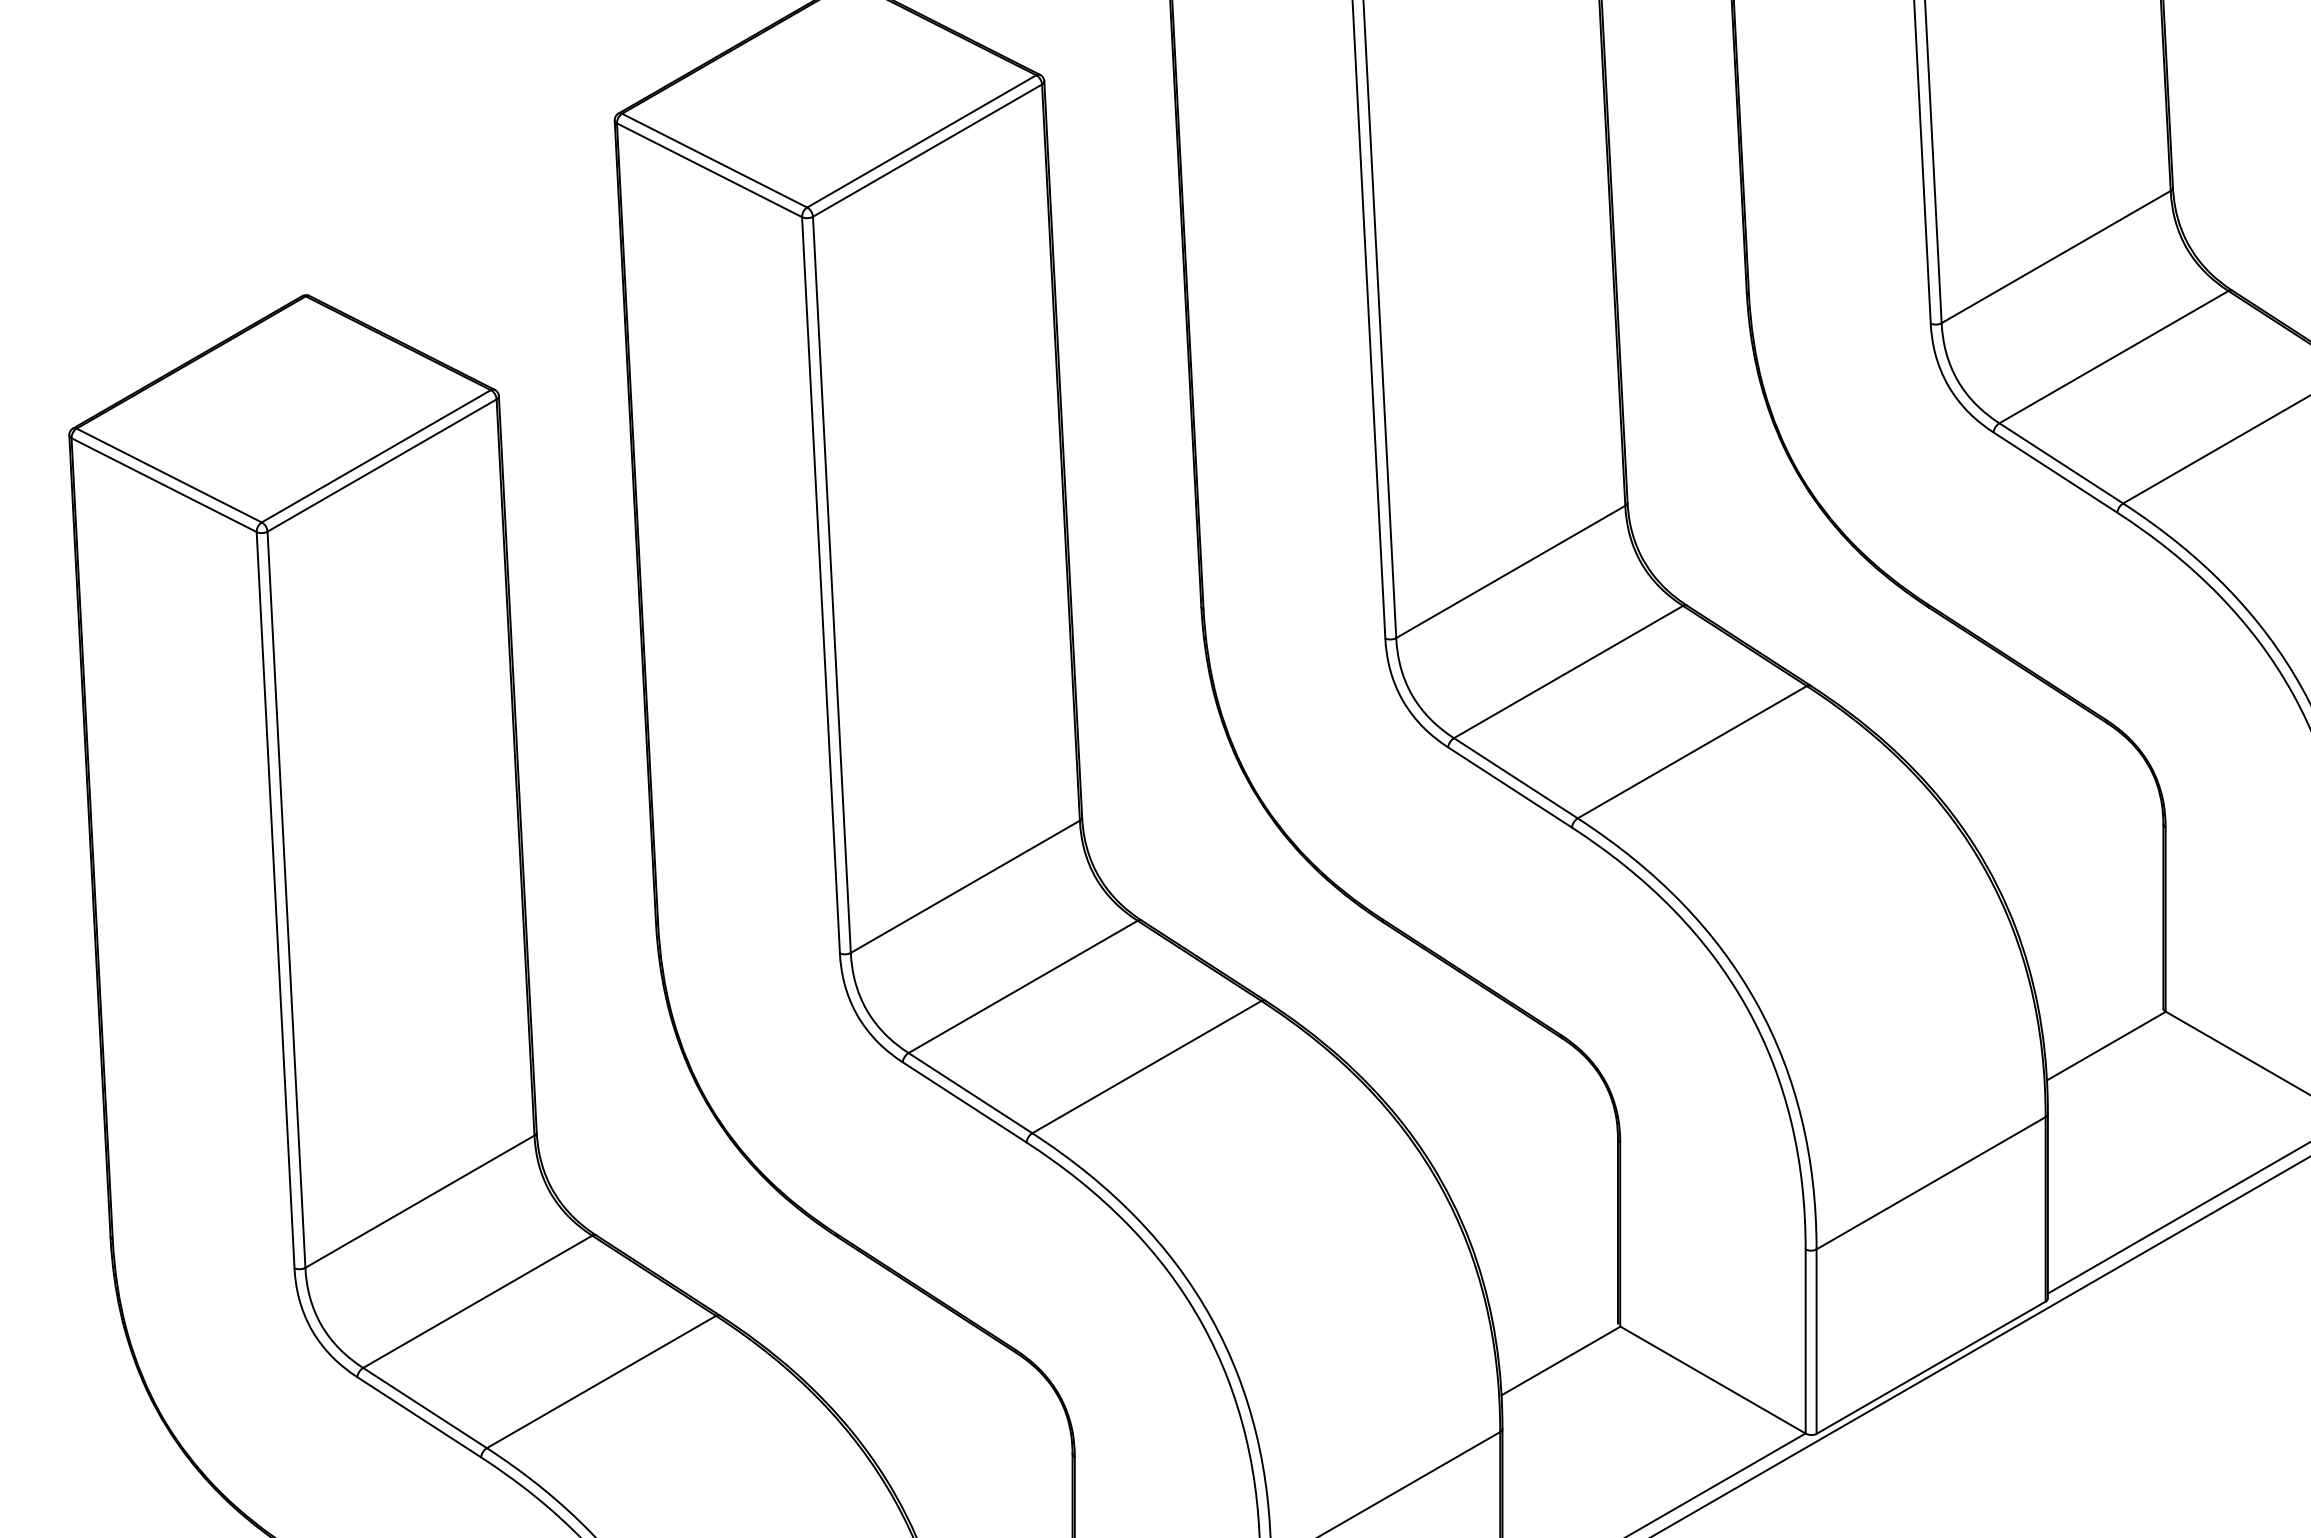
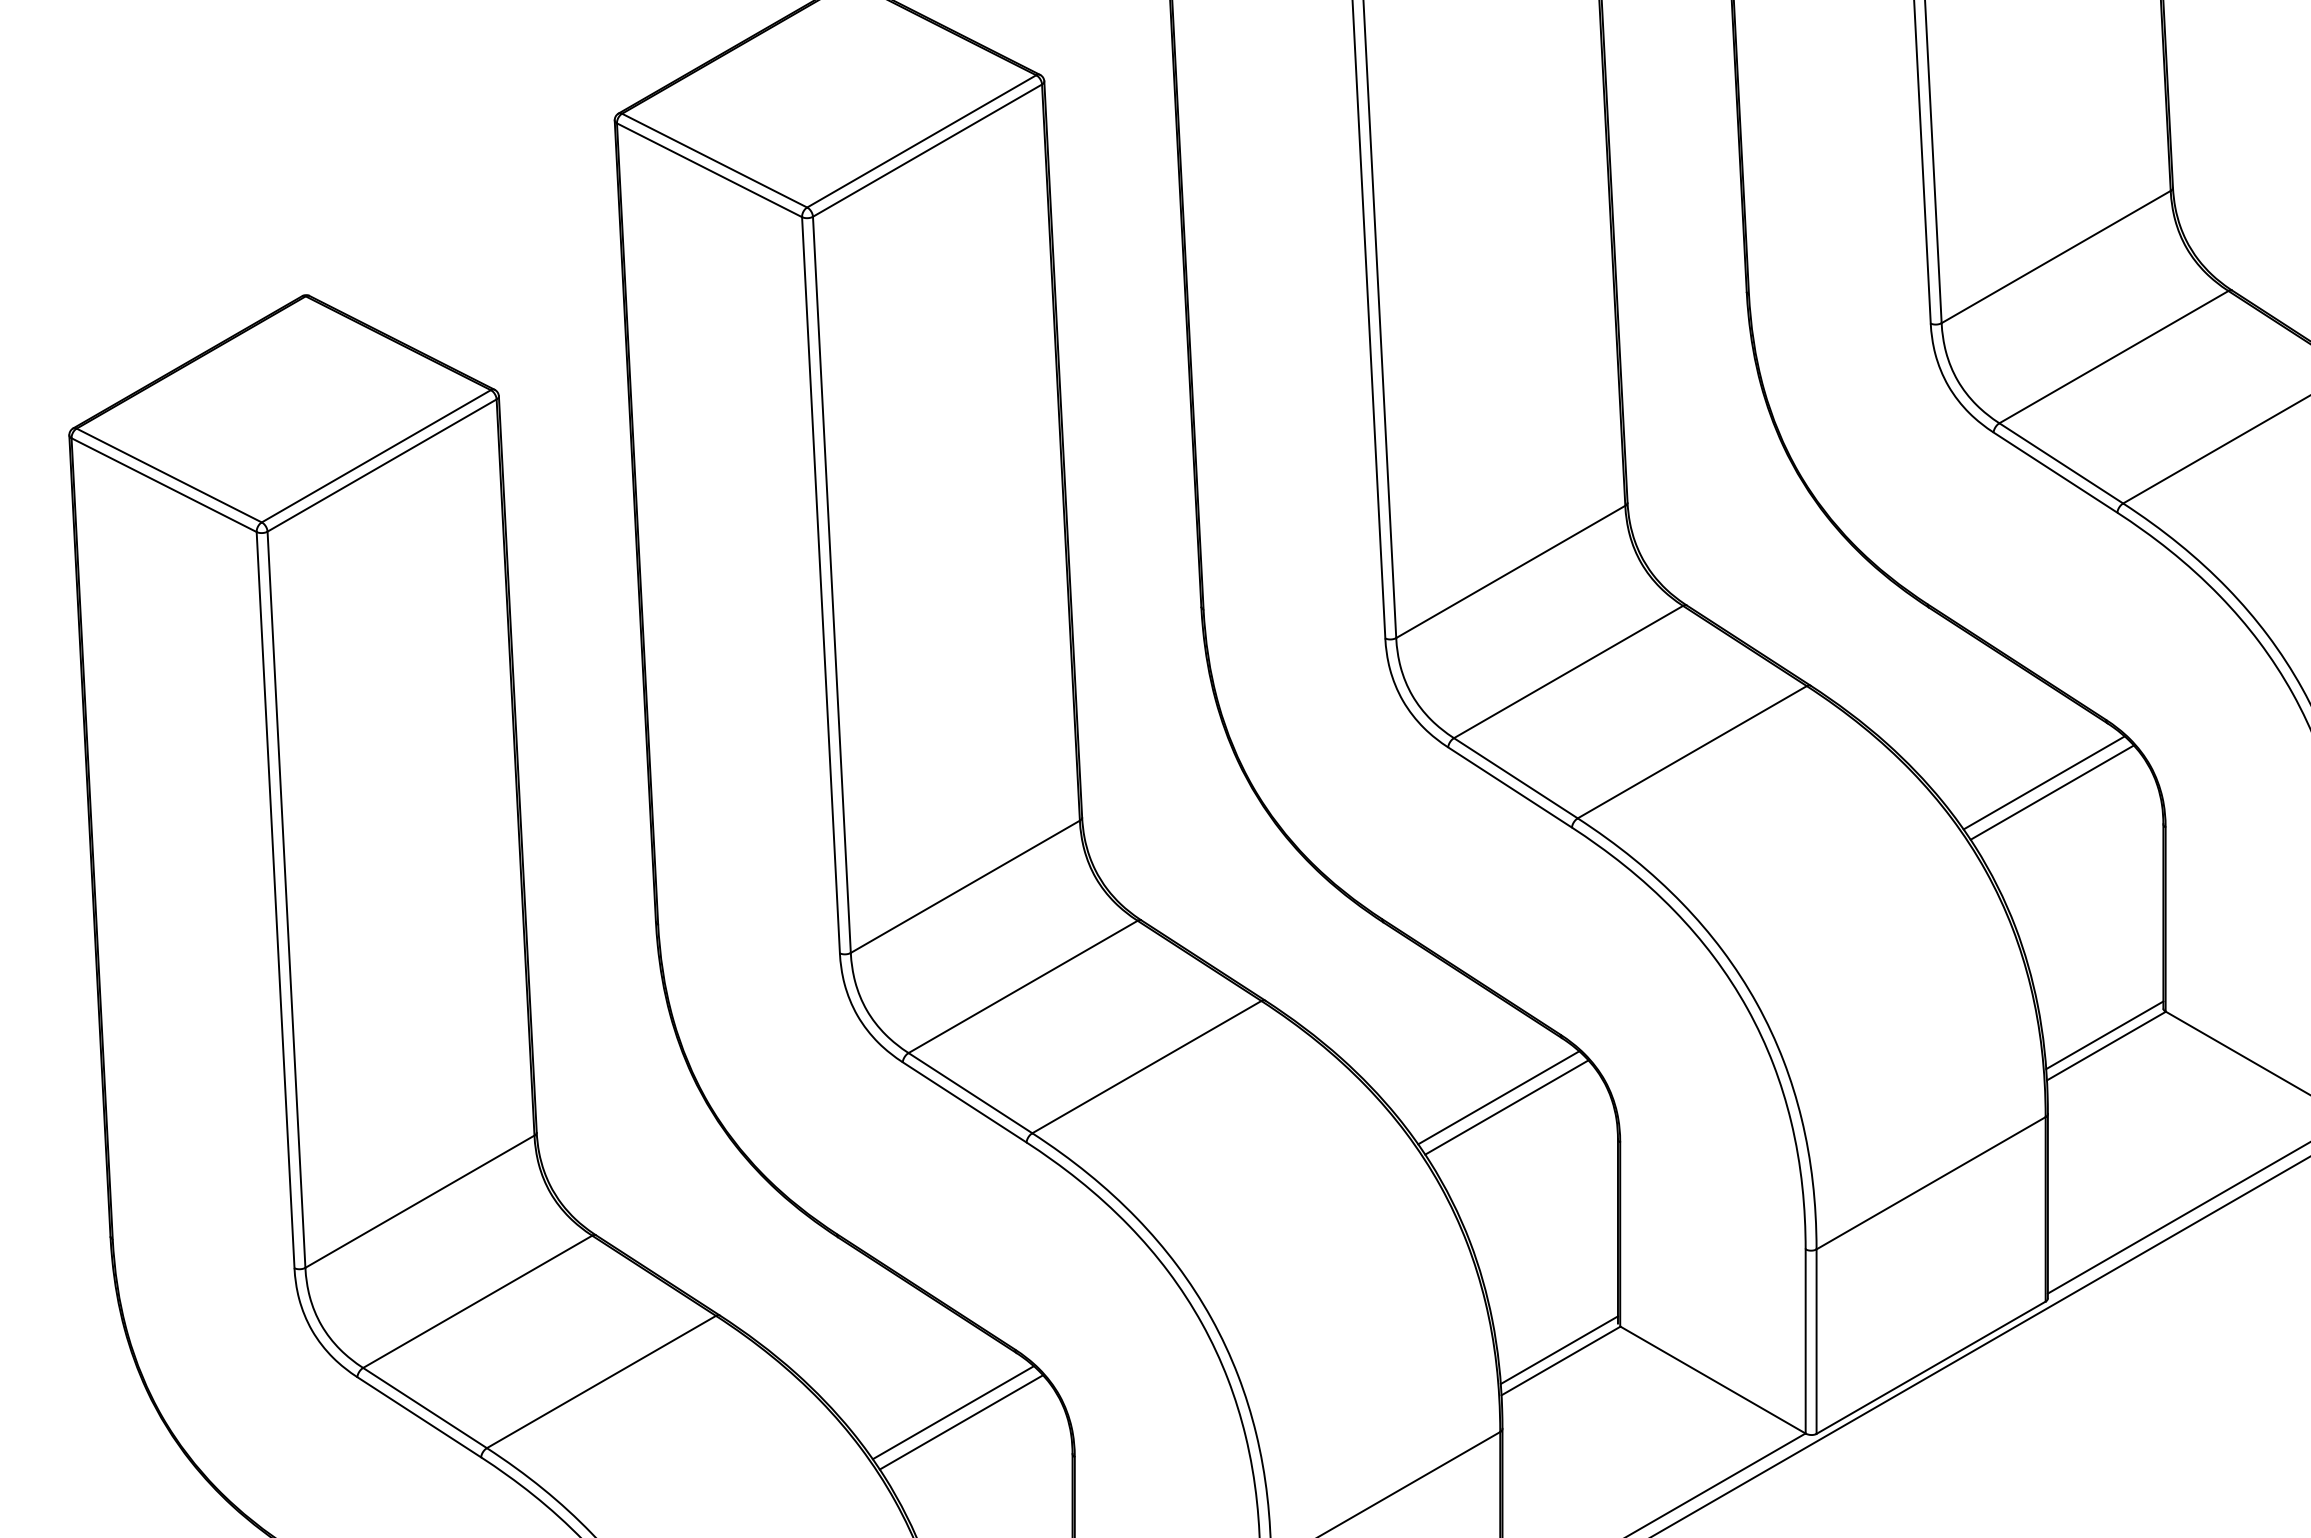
line at (2043, 782): none -> present
line at (2051, 792): none -> present
line at (2104, 1035): none -> present
line at (1498, 1097): none -> present
line at (1506, 1107): none -> present
line at (1558, 1350): none -> present
line at (952, 1412): none -> present
line at (961, 1422): none -> present
